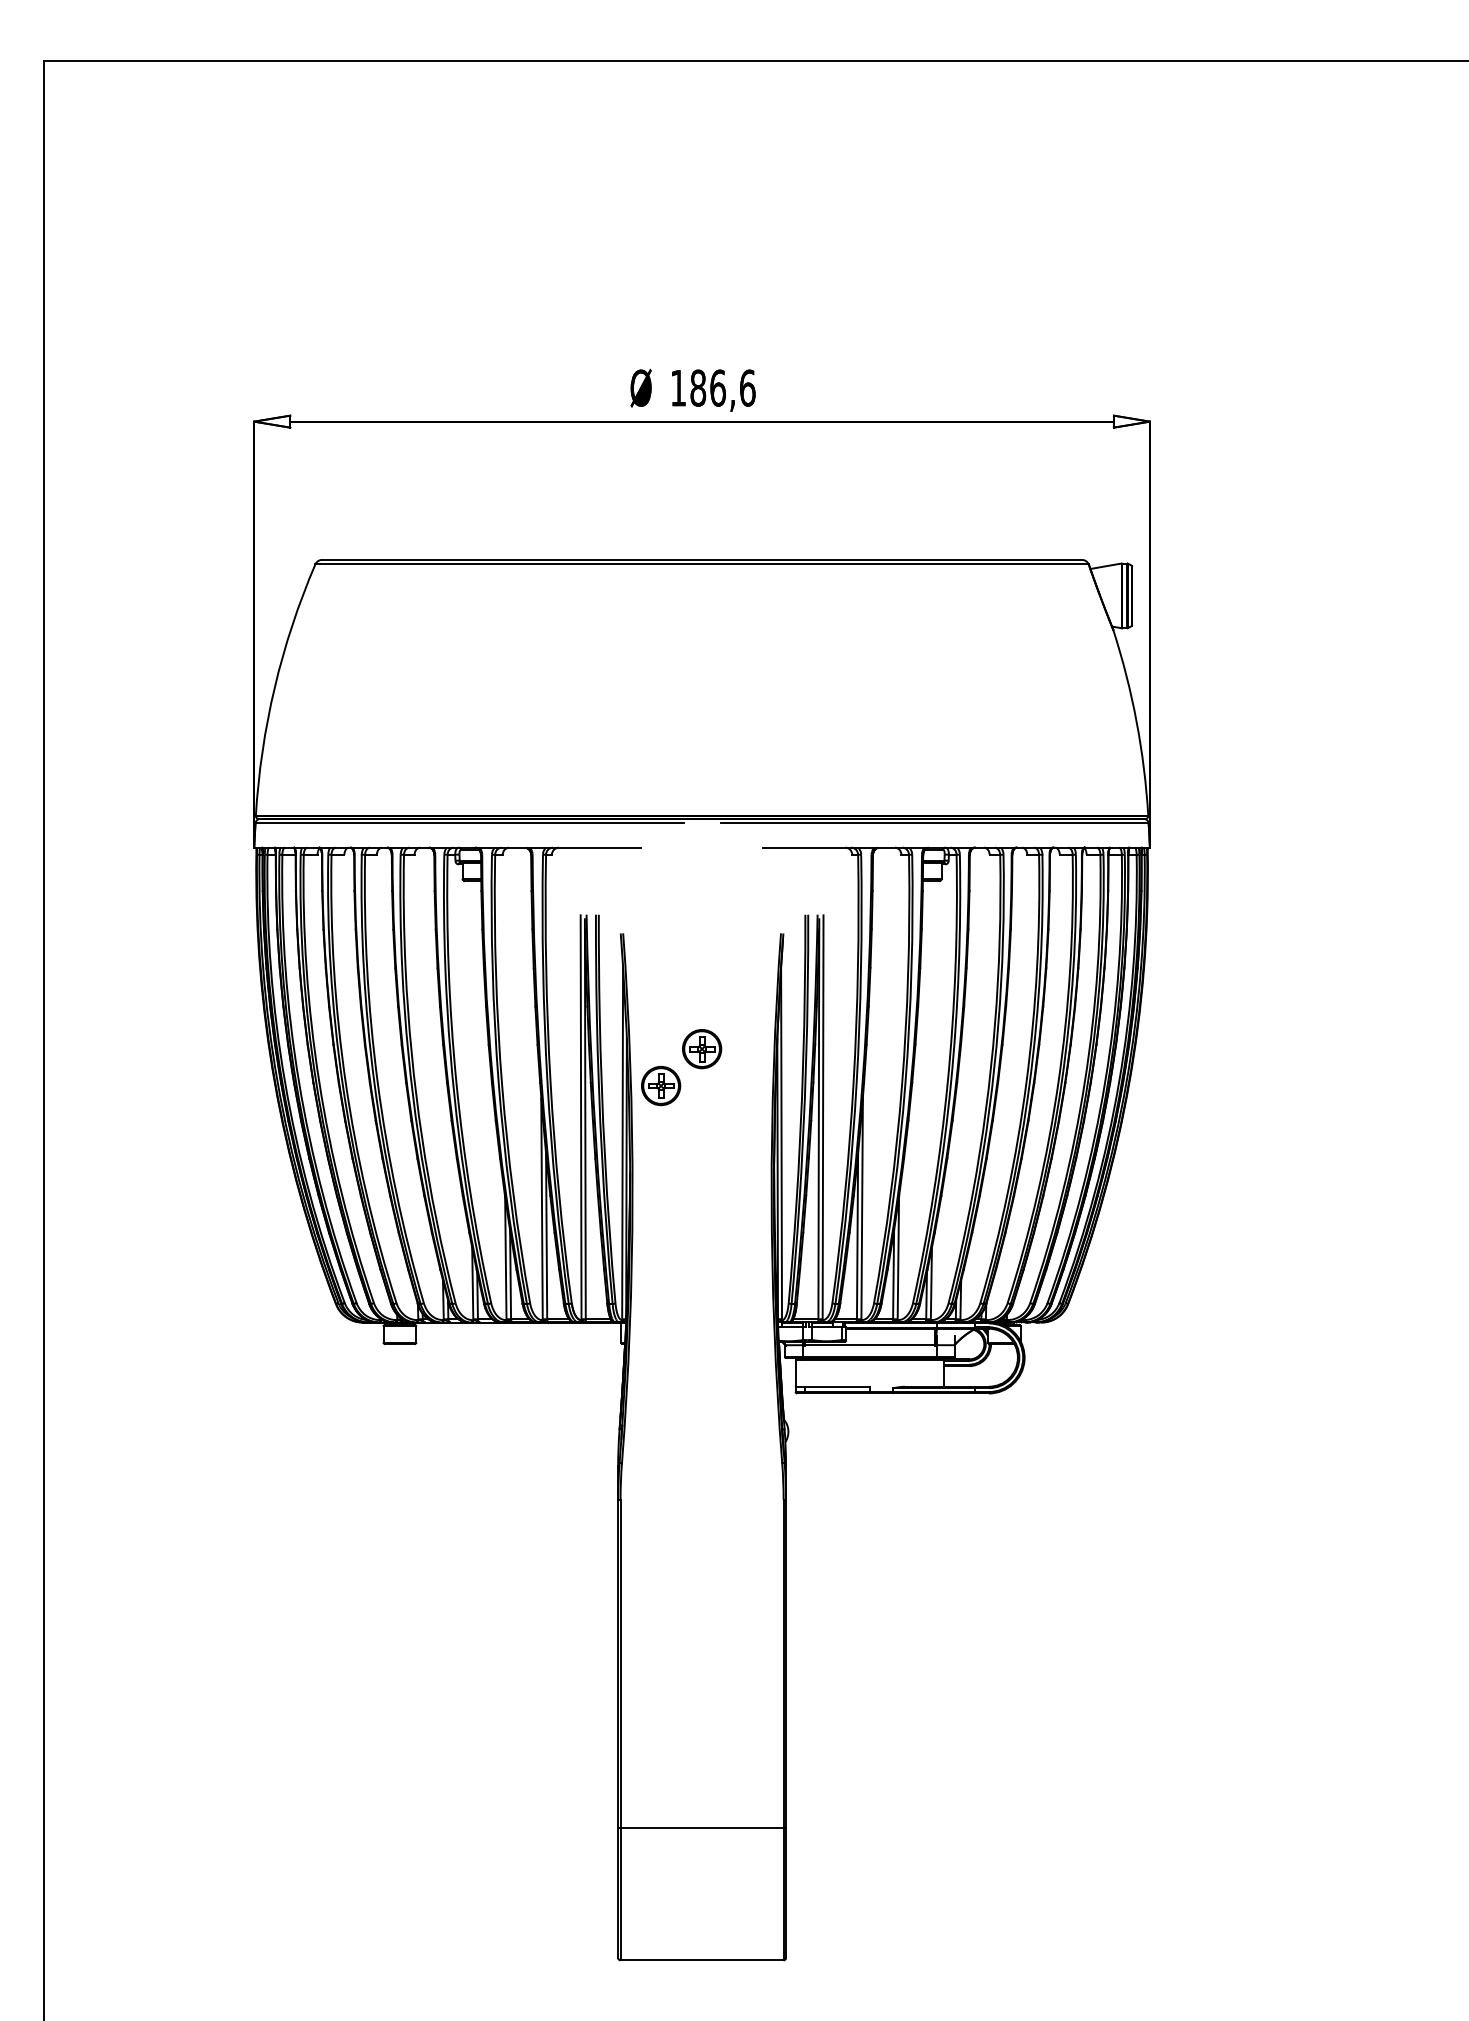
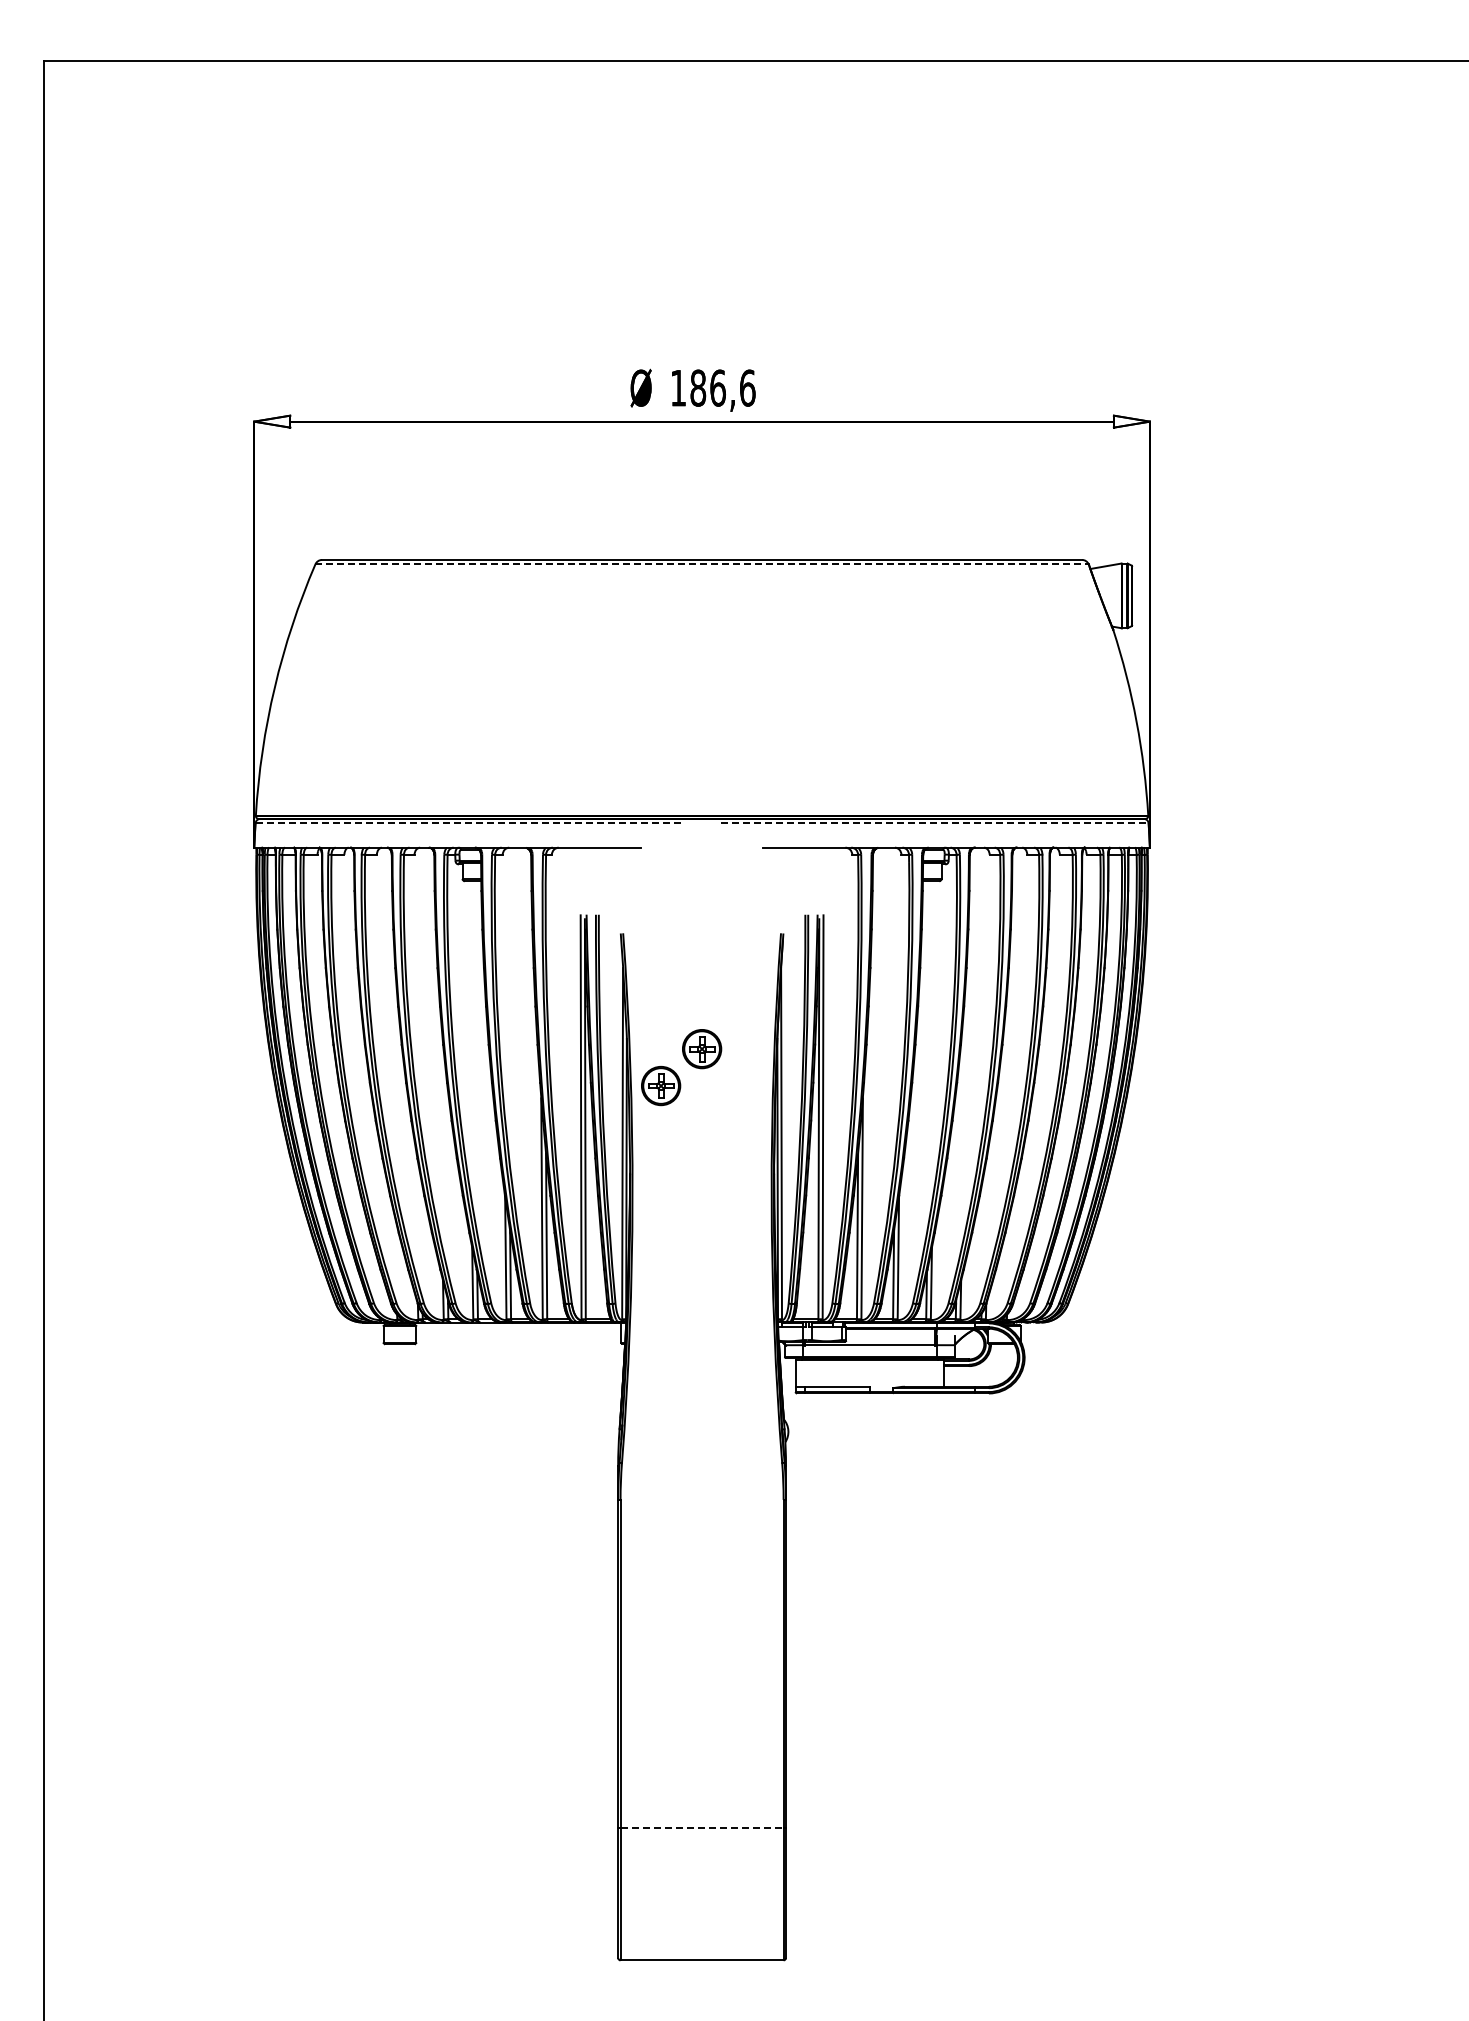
line at (702, 564): solid -> dashed
line at (470, 823): solid -> dashed
line at (935, 823): solid -> dashed
line at (702, 1828): solid -> dashed
